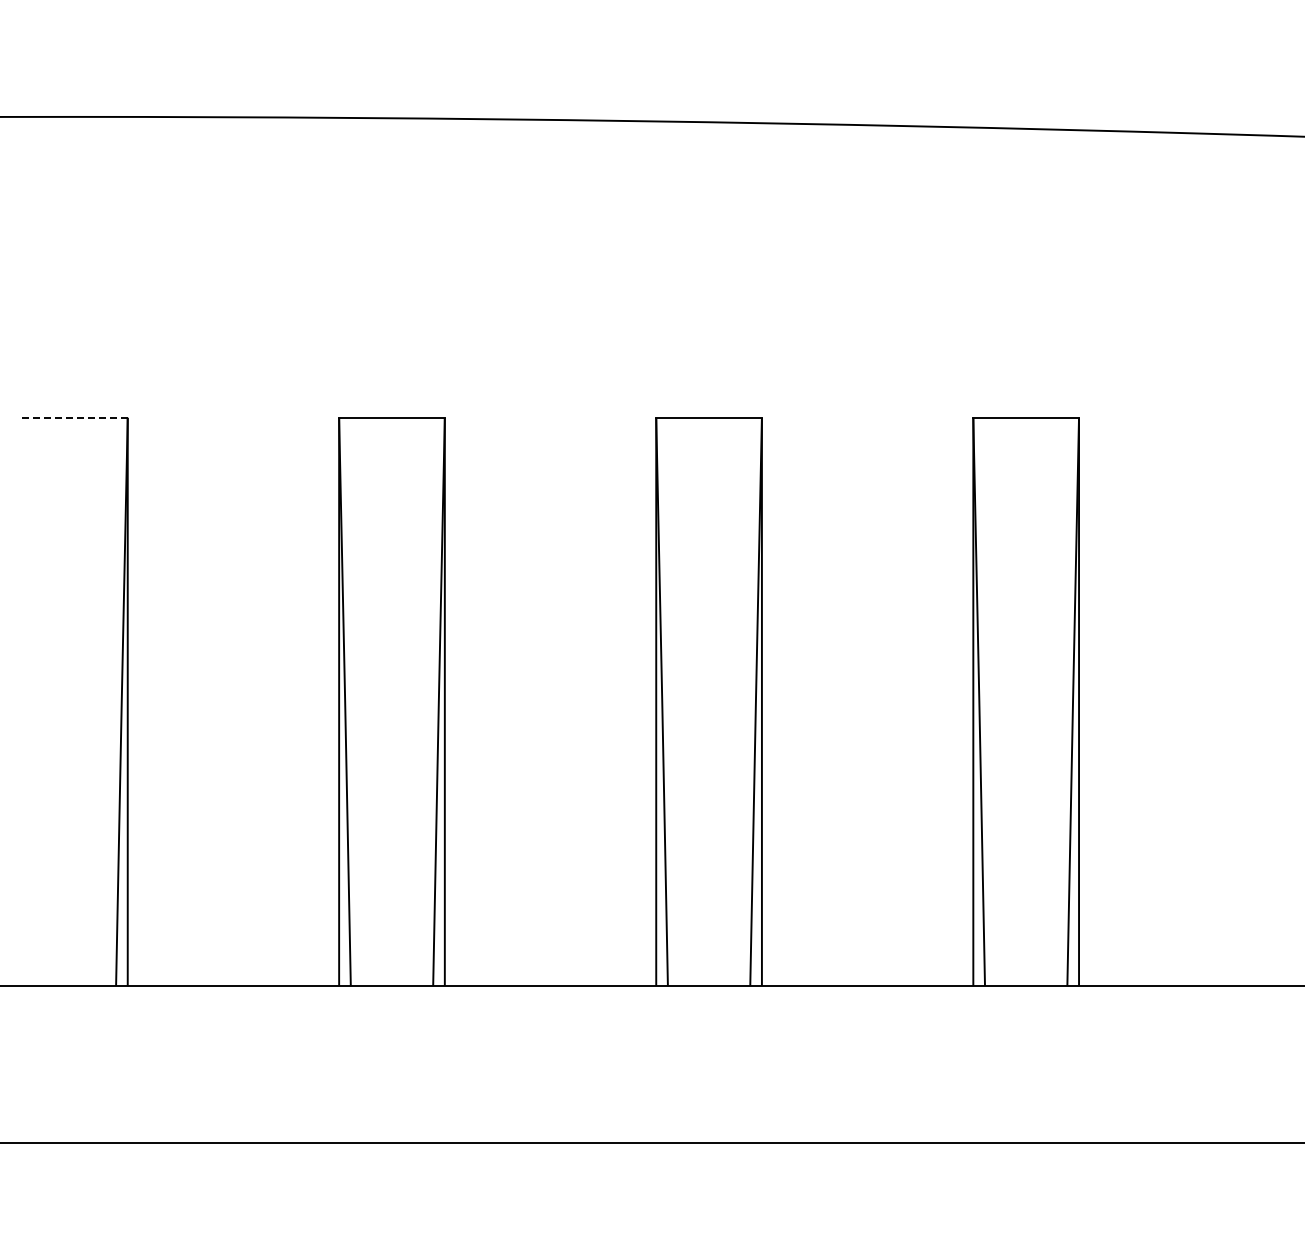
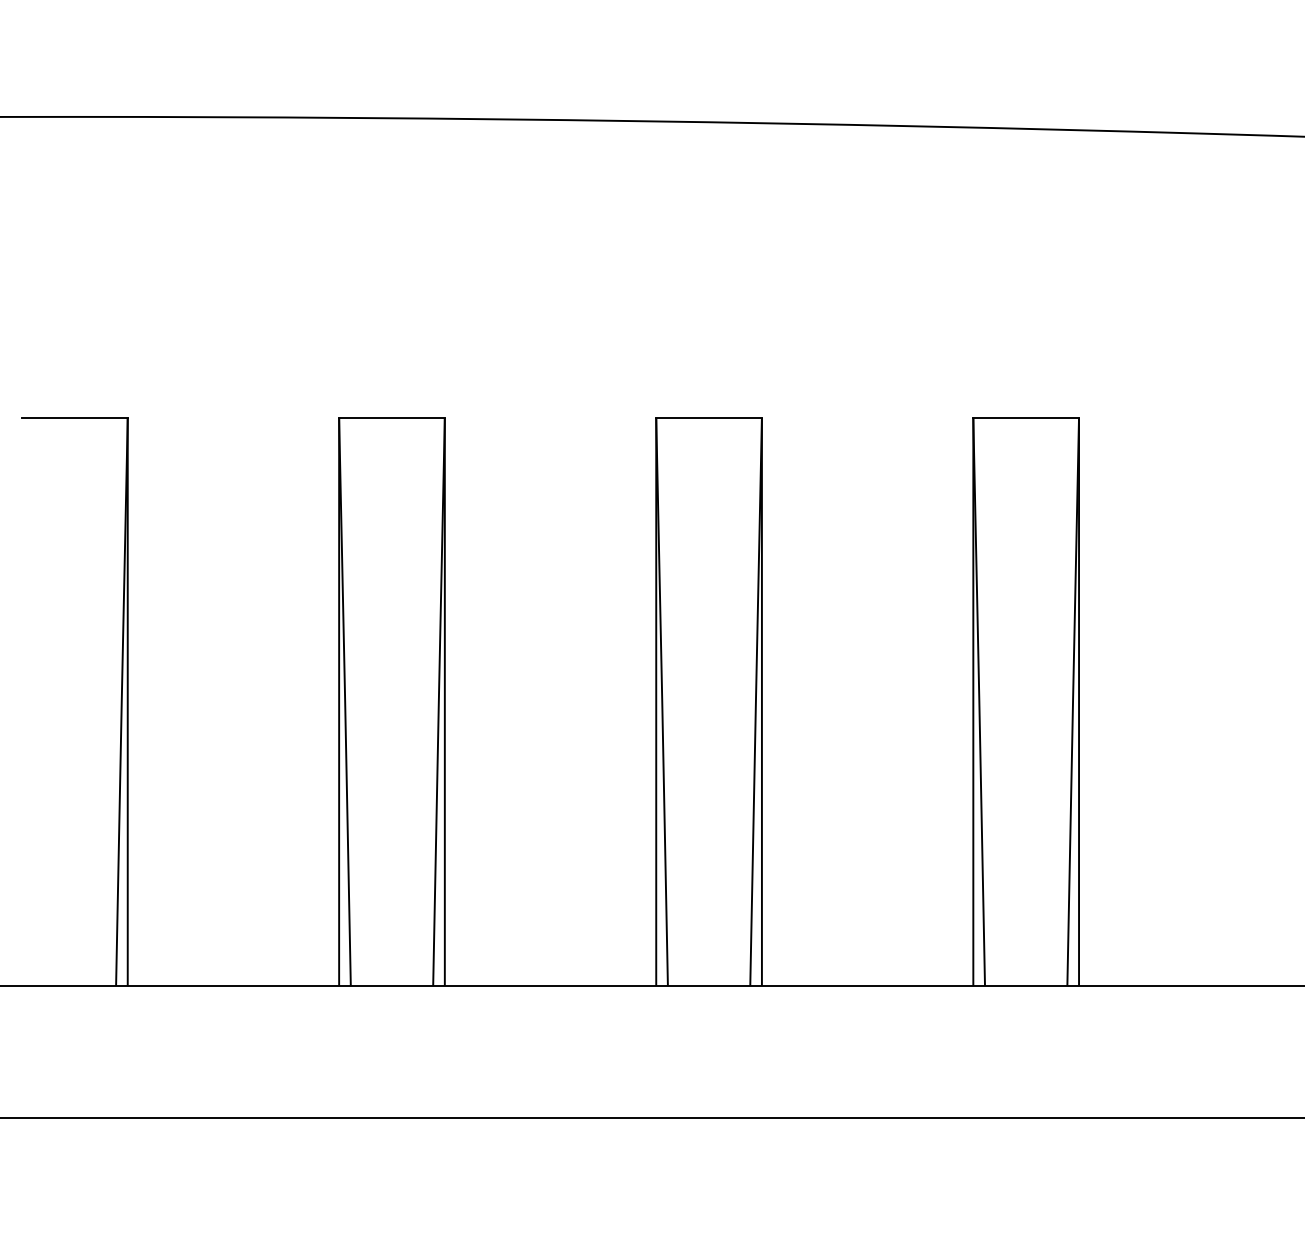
line at (74, 417): dashed -> solid
line at (651, 1143) position: (651, 1143) -> (651, 1118)
